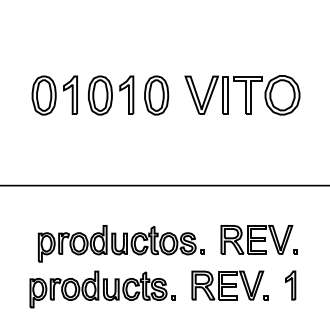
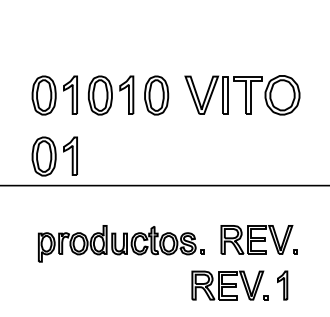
part at (54, 156): none -> present
part at (290, 285) position: (290, 285) -> (282, 285)
part at (102, 289): present -> none
